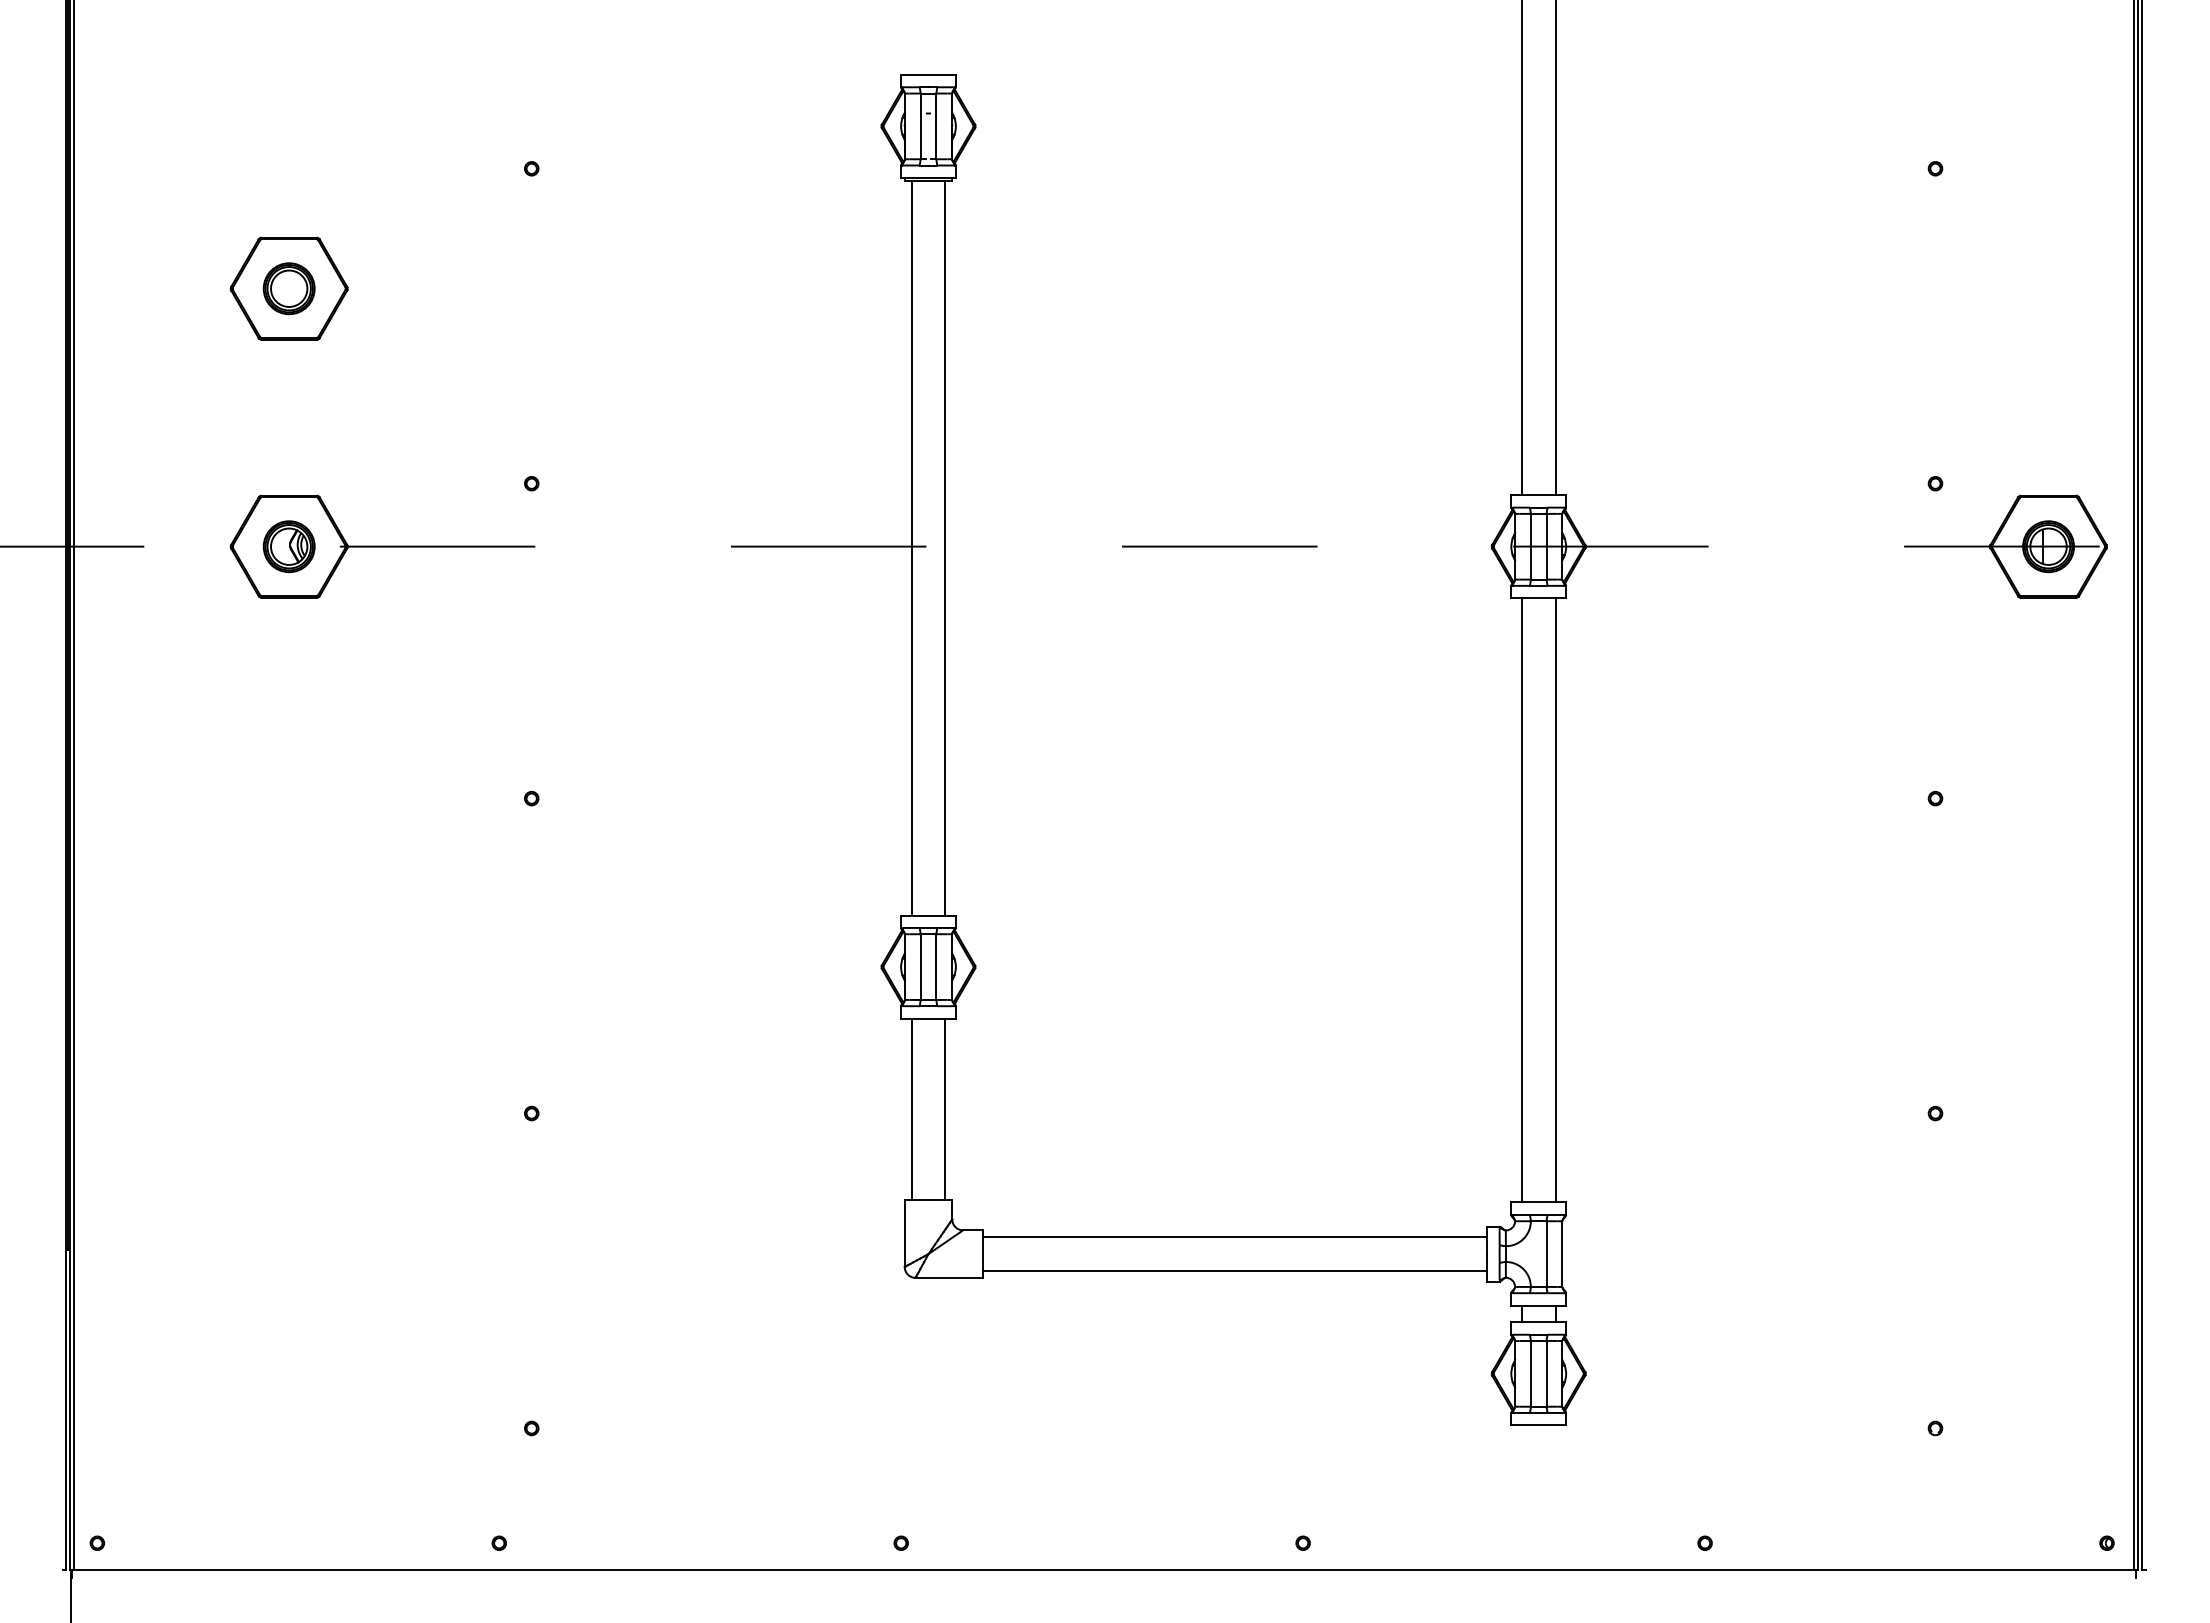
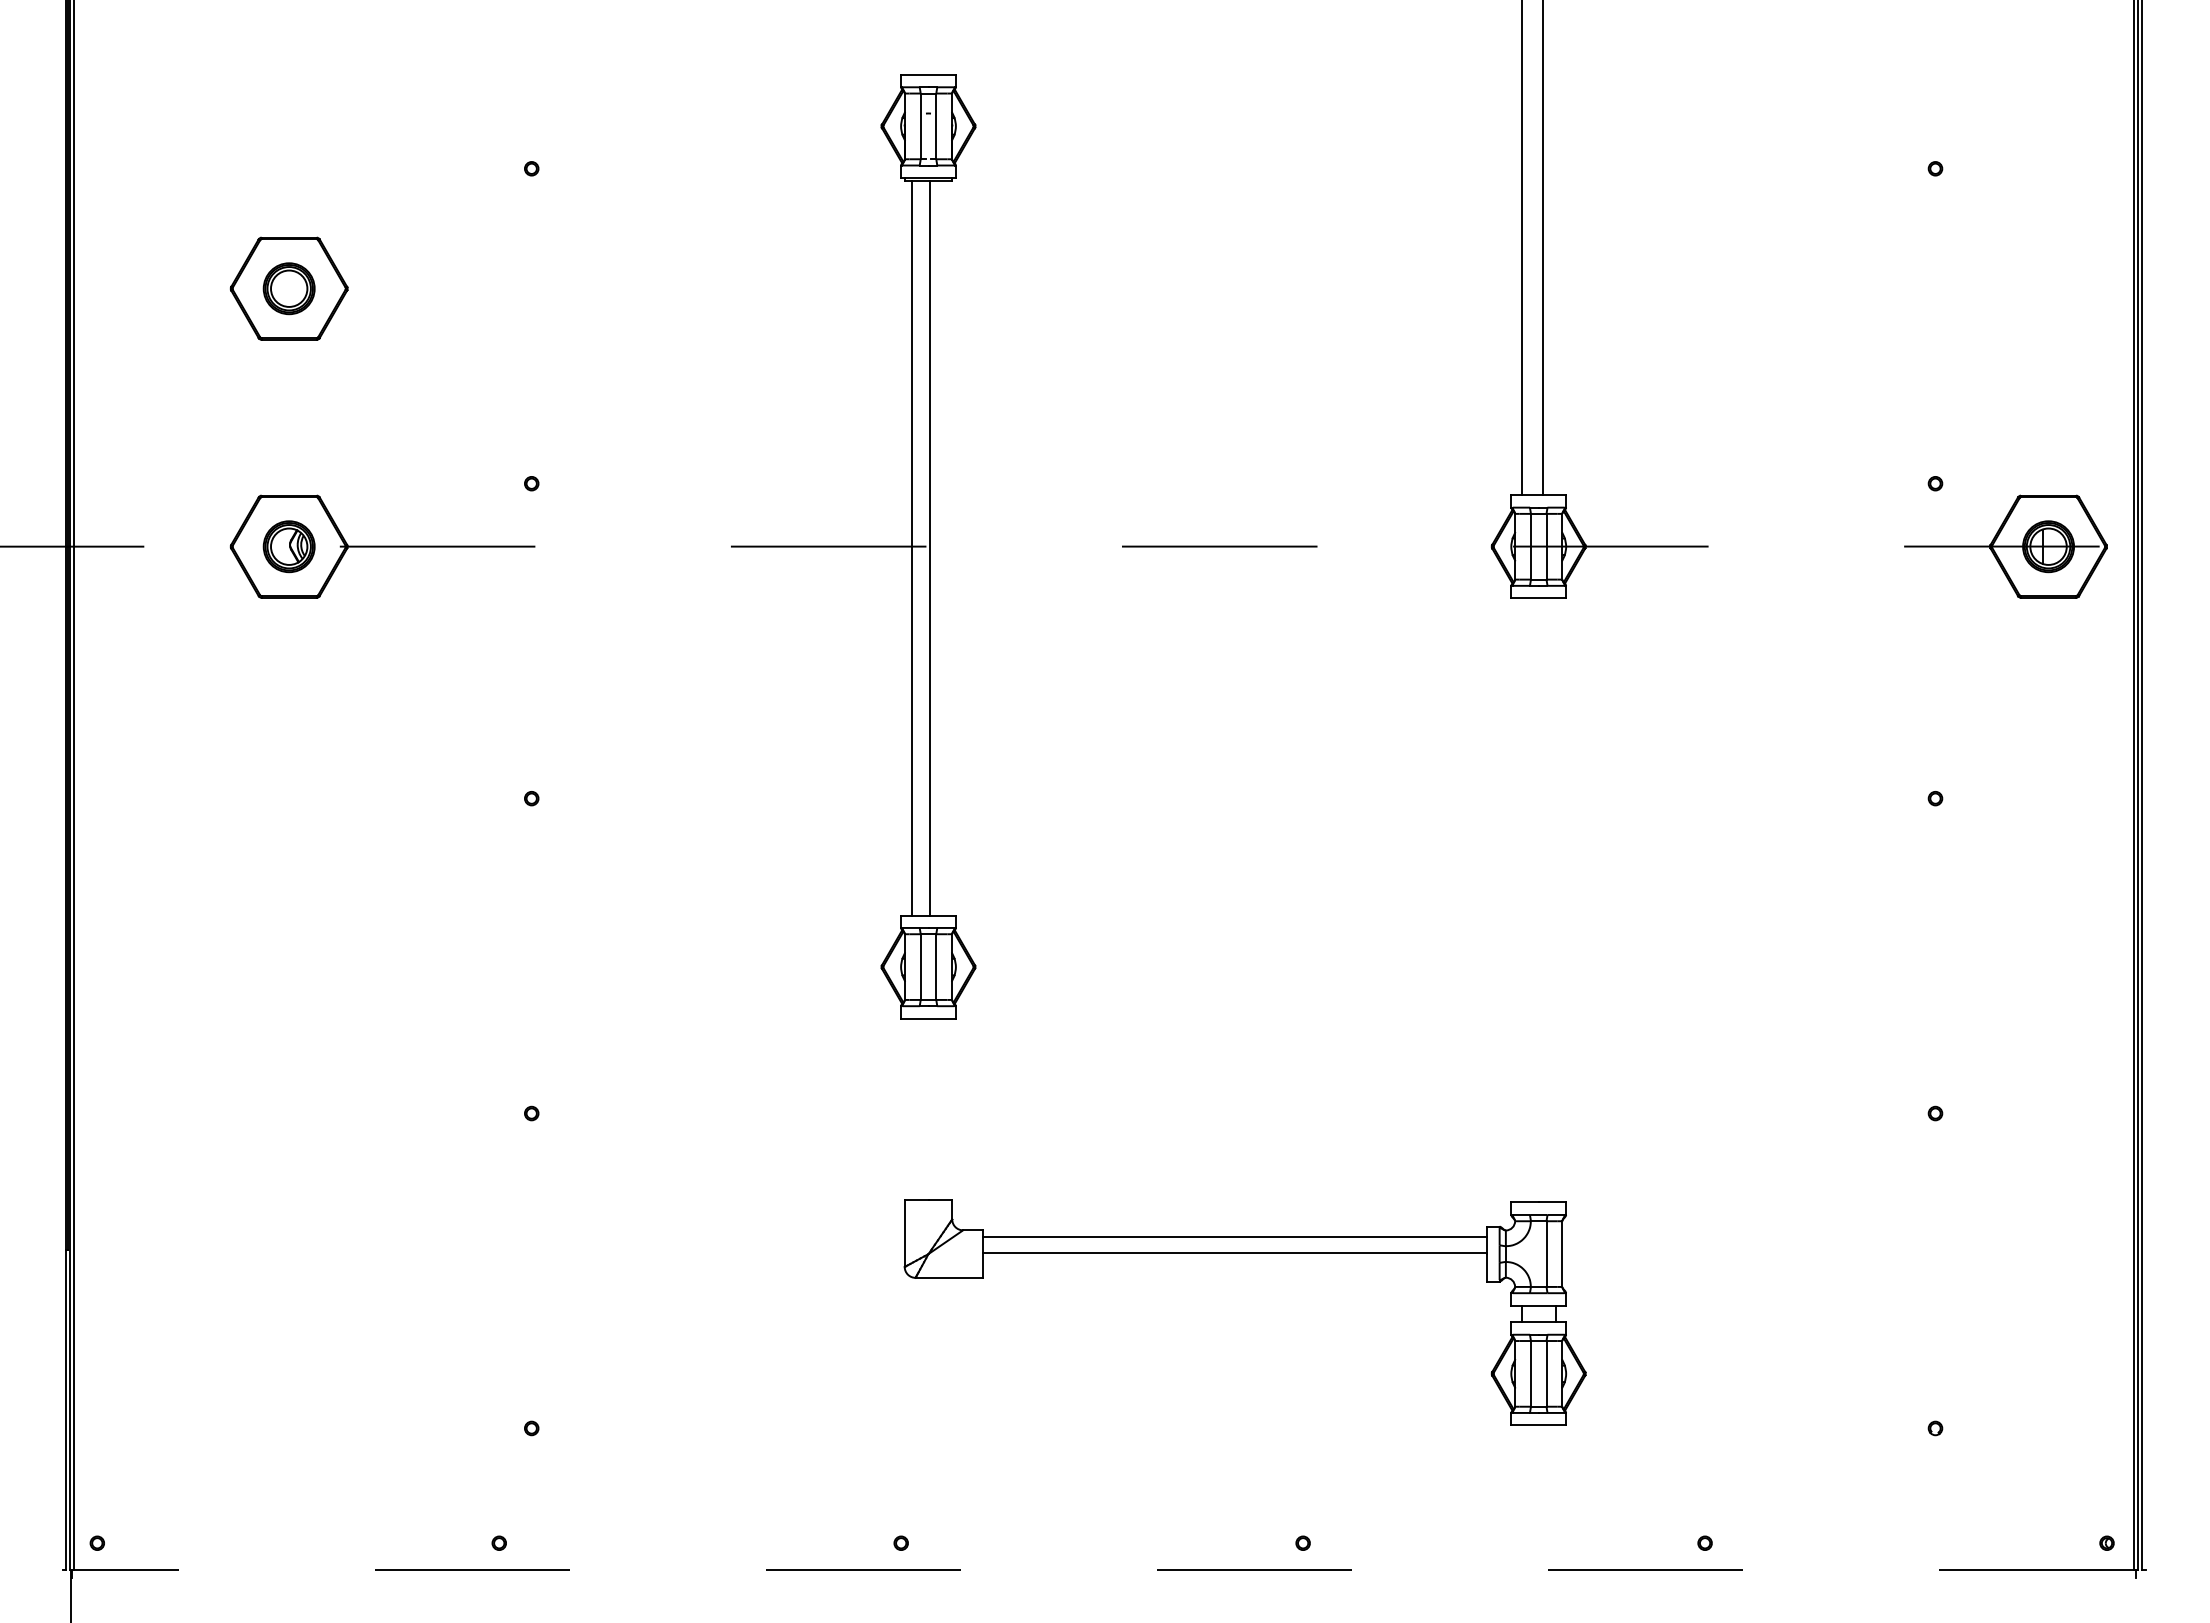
line at (1555, 248) position: (1555, 248) -> (1542, 248)
line at (945, 547) position: (945, 547) -> (930, 547)
line at (1521, 900): present -> none
line at (1555, 900): present -> none
line at (911, 1108): present -> none
line at (945, 1108): present -> none
line at (1234, 1271) position: (1234, 1271) -> (1234, 1253)
line at (1103, 1570): solid -> dashed
